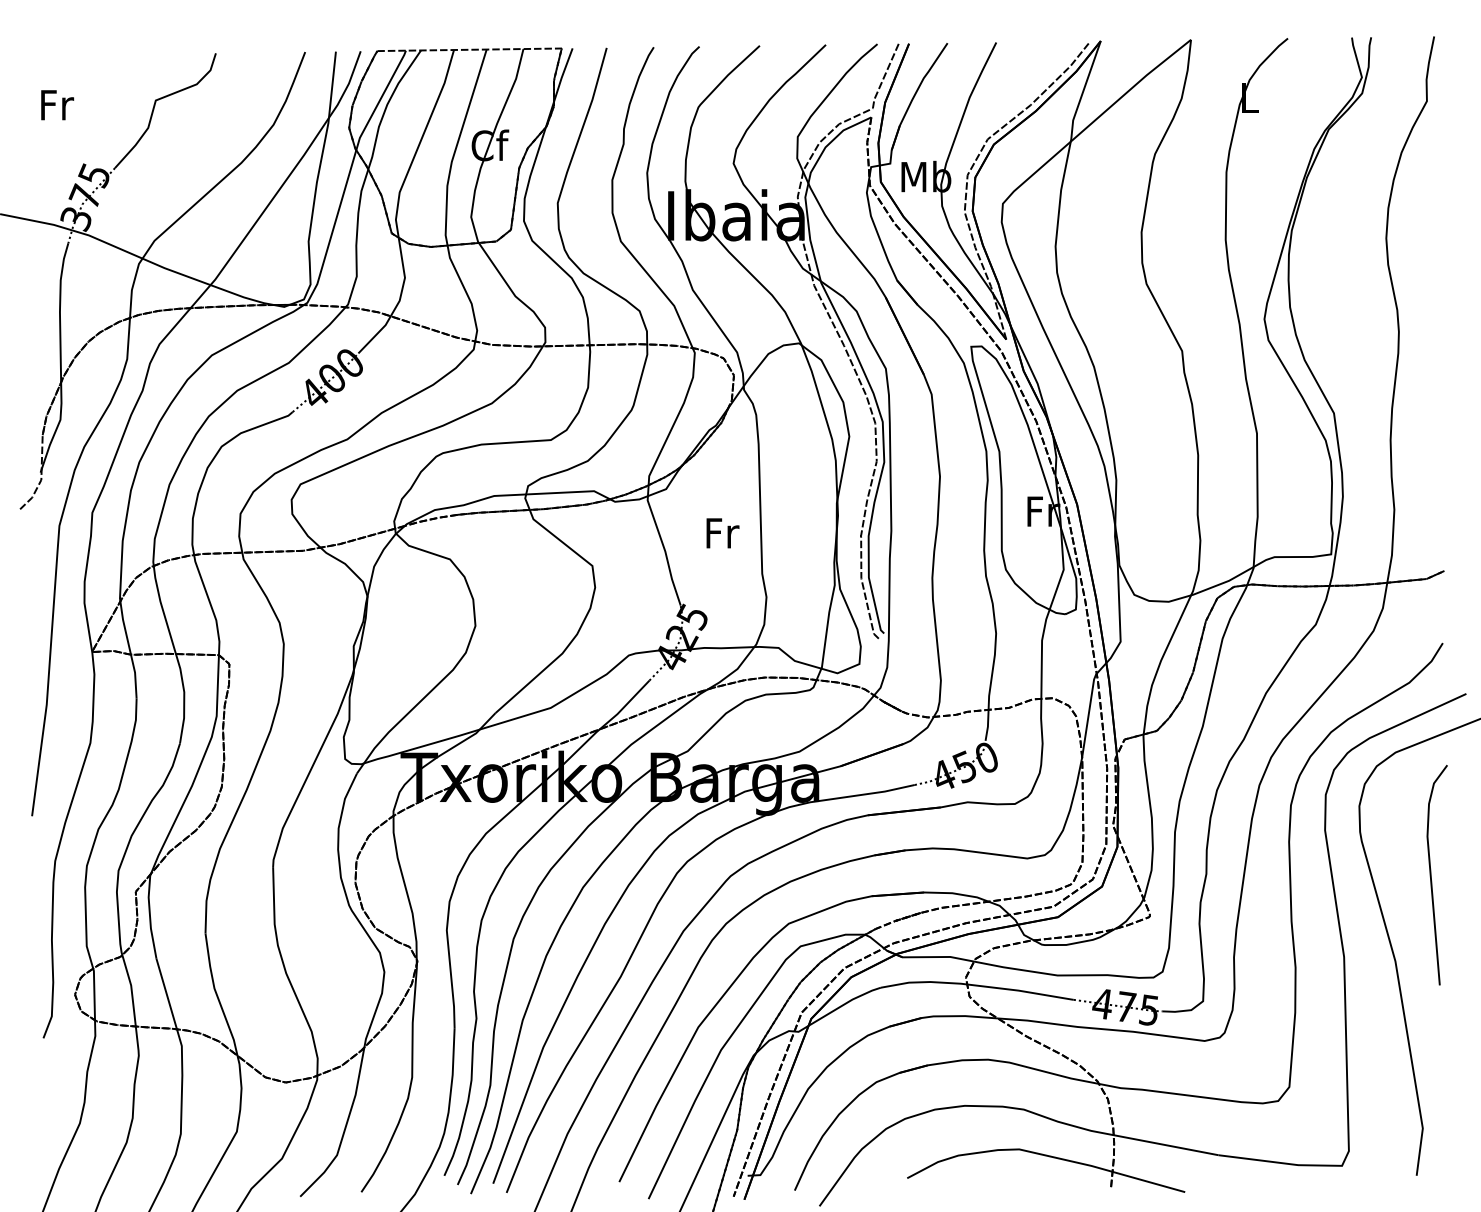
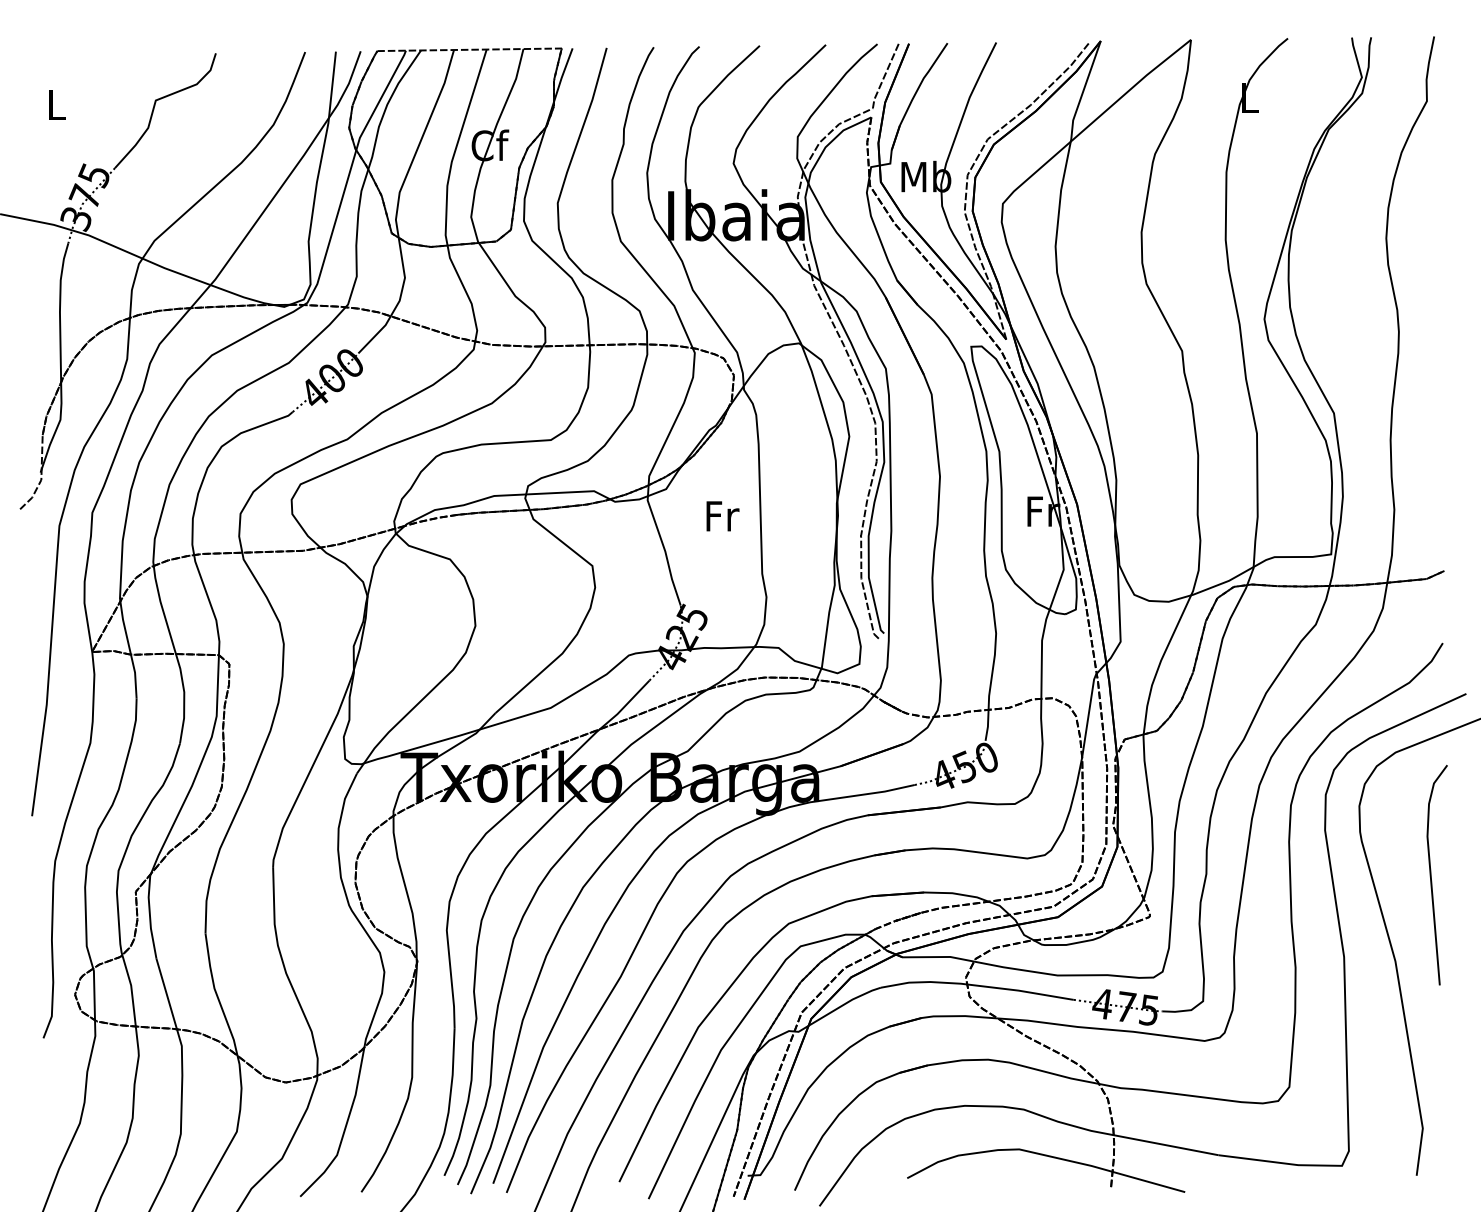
text at (57, 105): Fr -> L
text at (722, 533) position: (722, 533) -> (722, 516)
